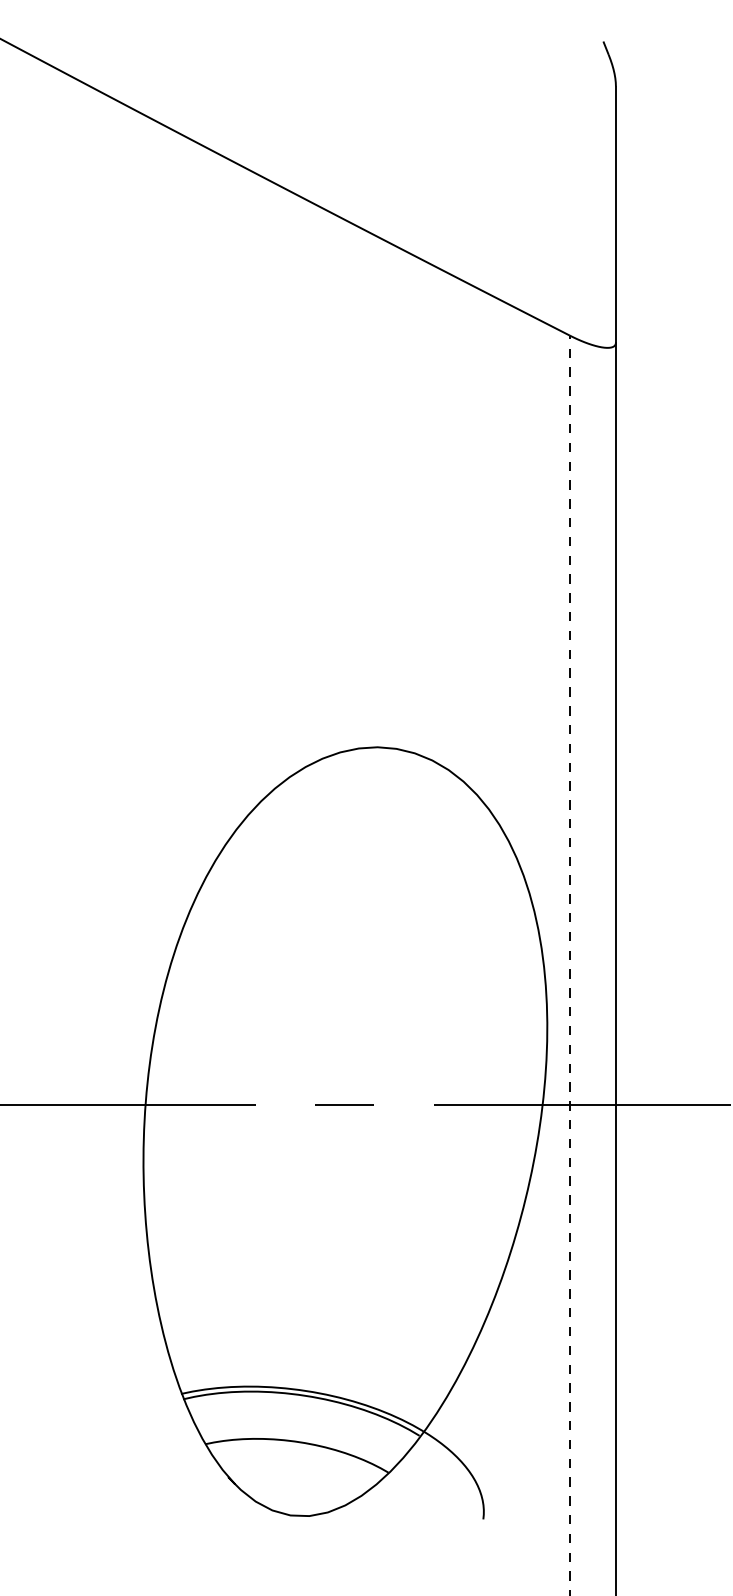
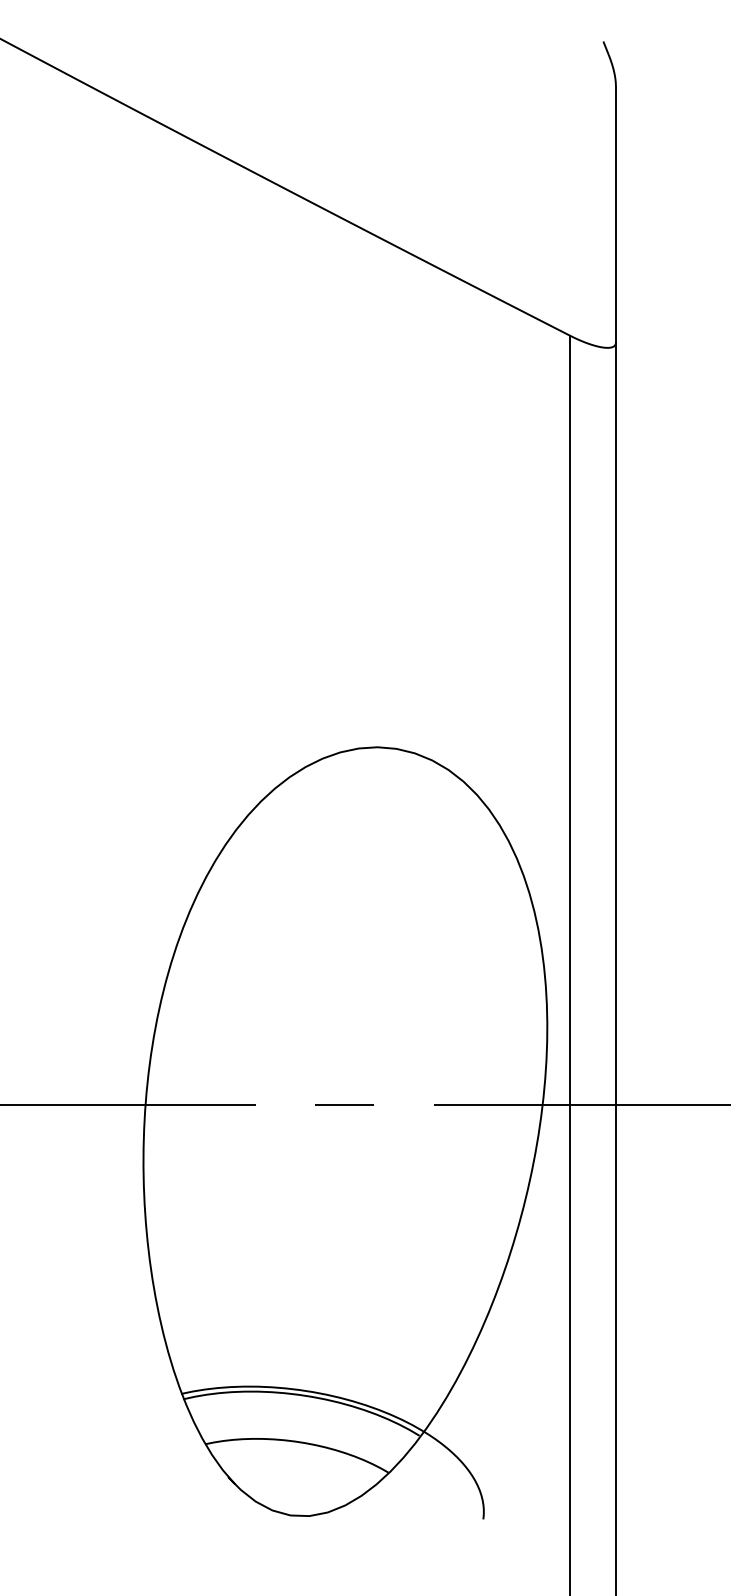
line at (569, 965): dashed -> solid
